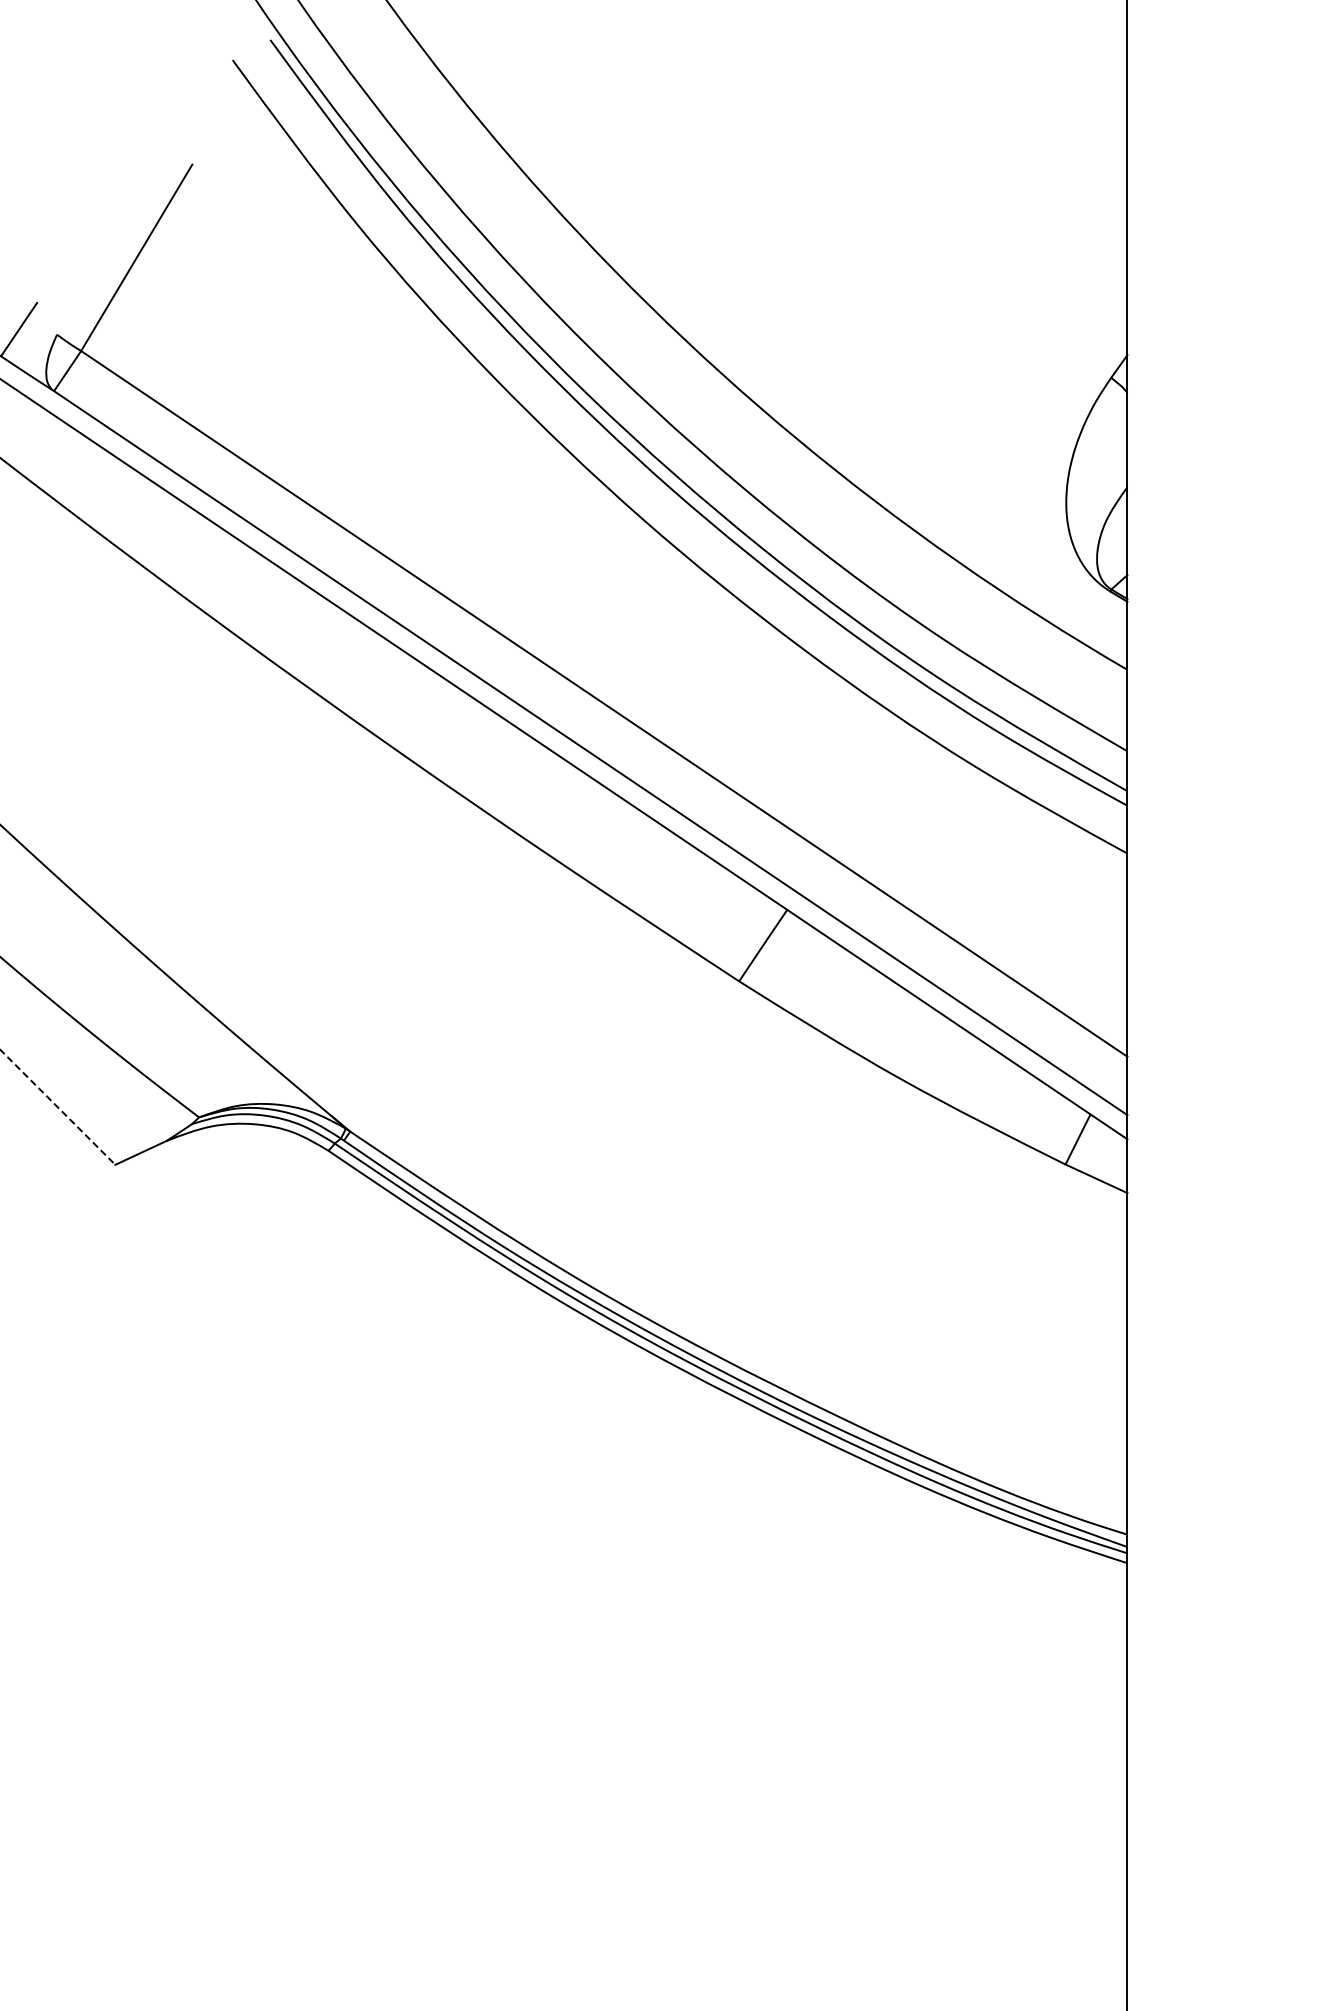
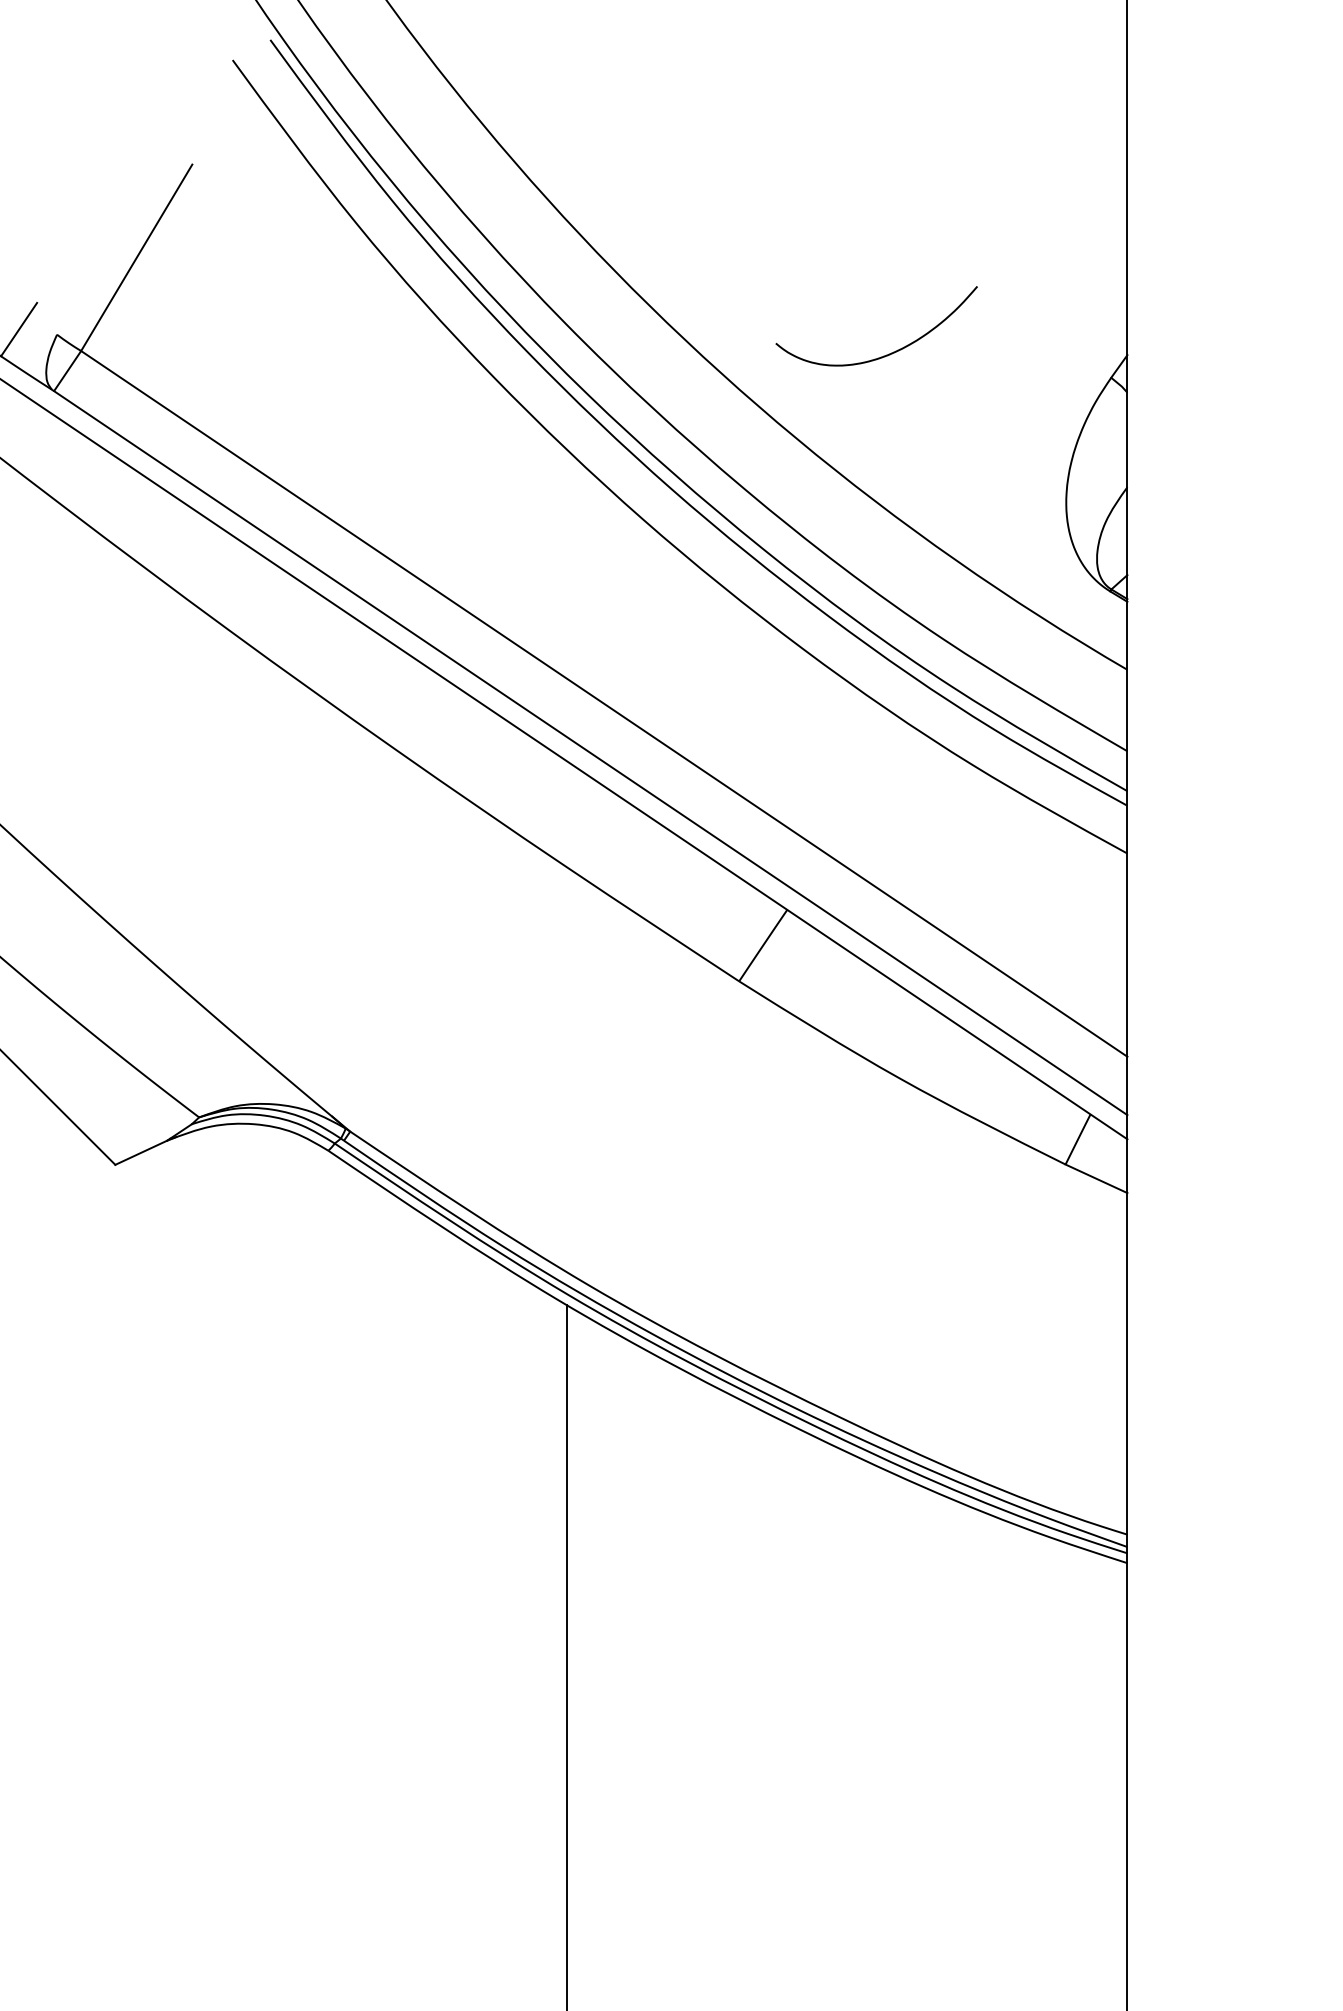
curve at (886, 354): none -> present
line at (58, 1107): dashed -> solid
line at (566, 1655): none -> present
